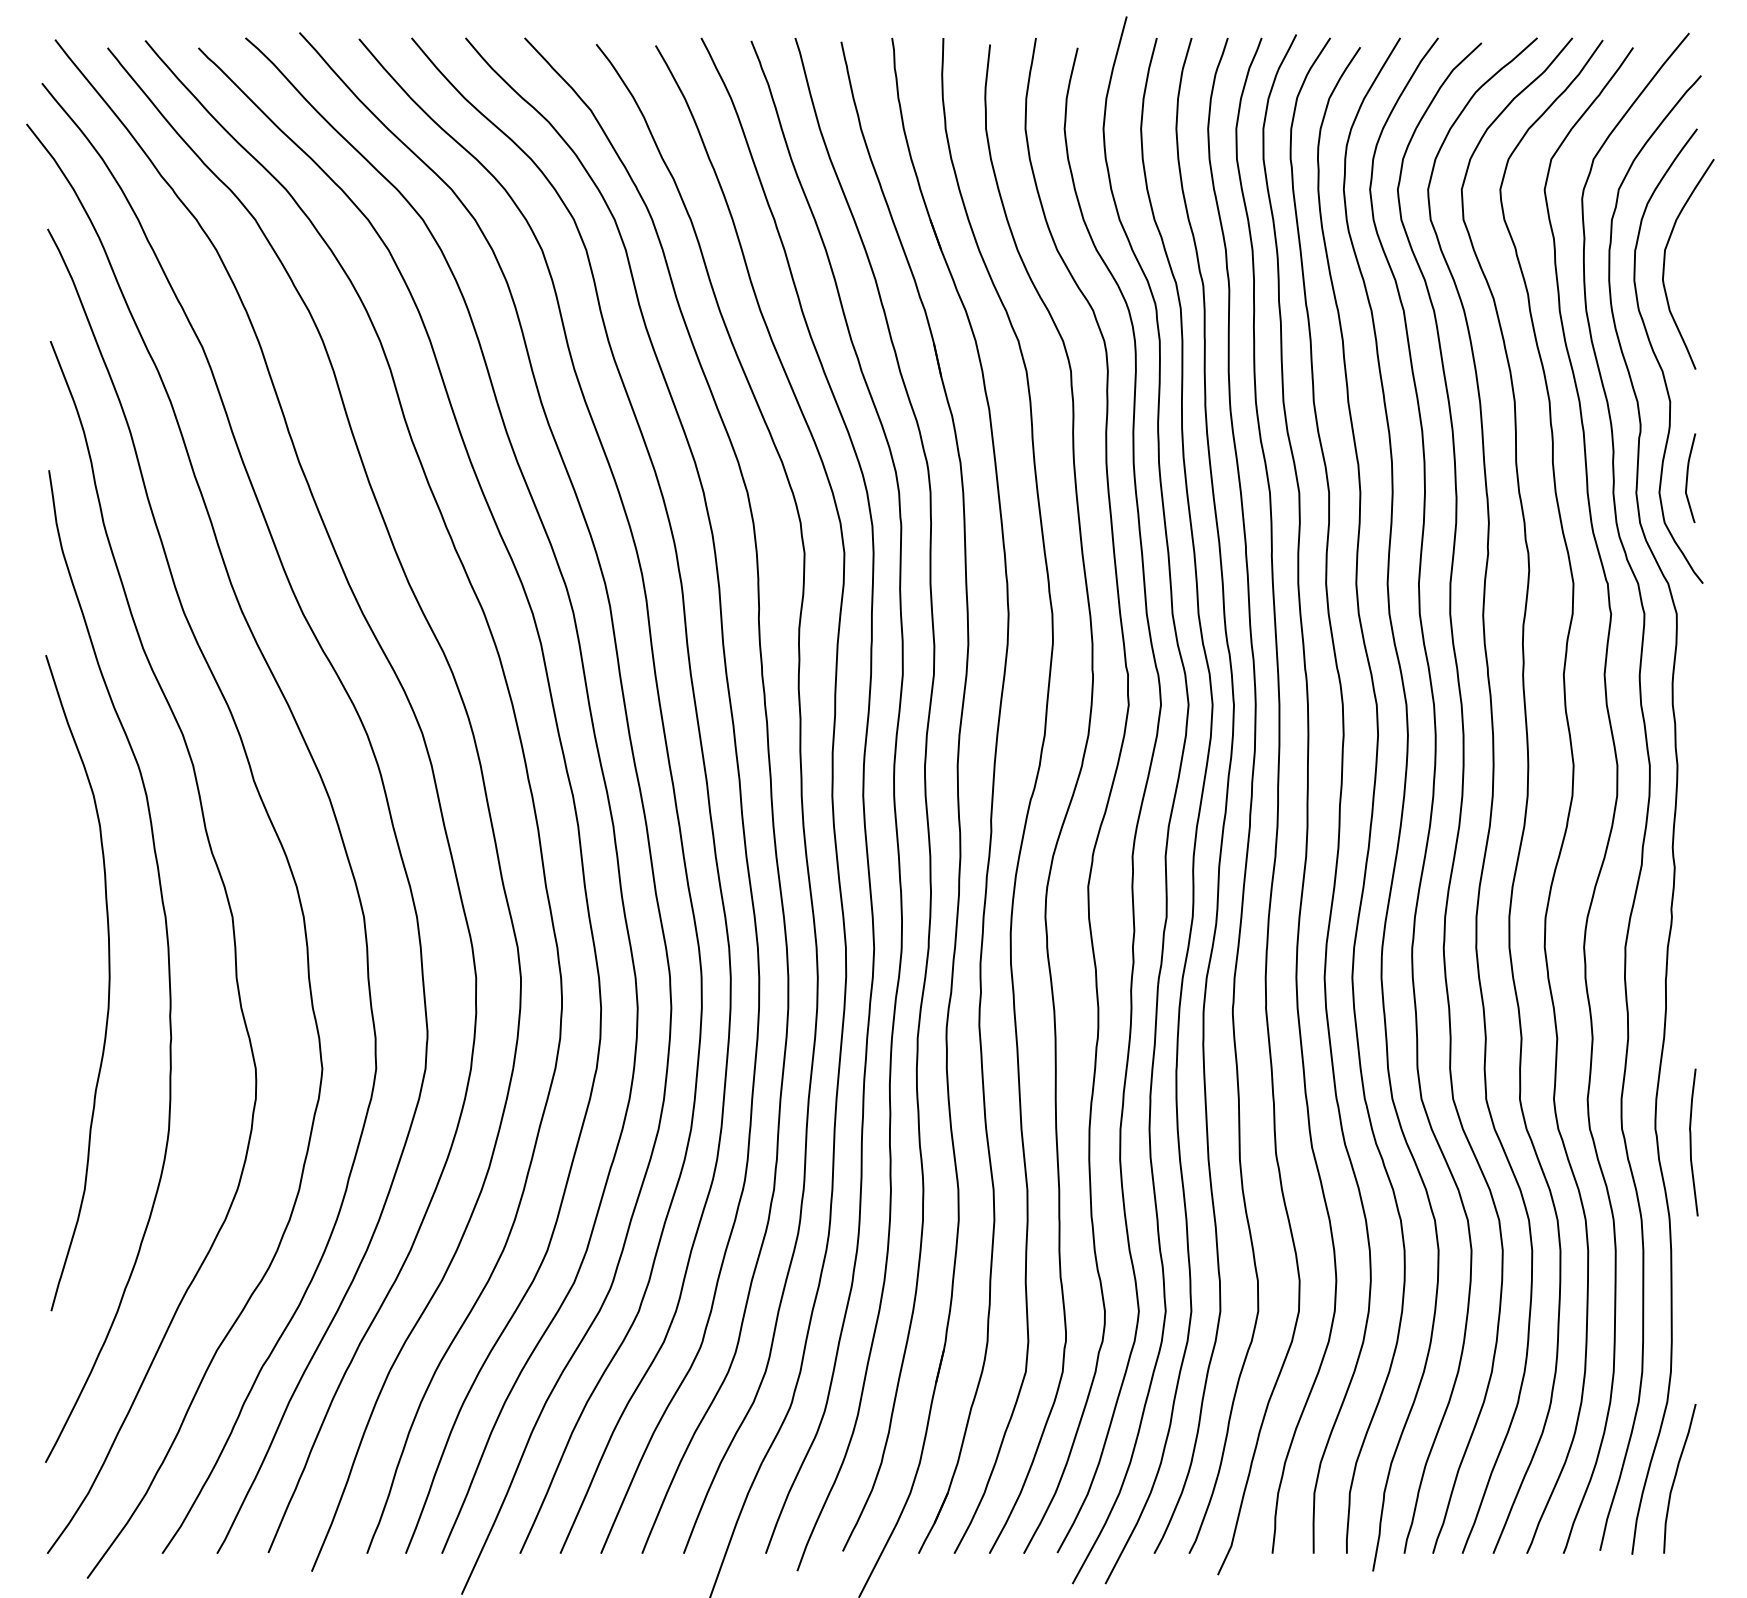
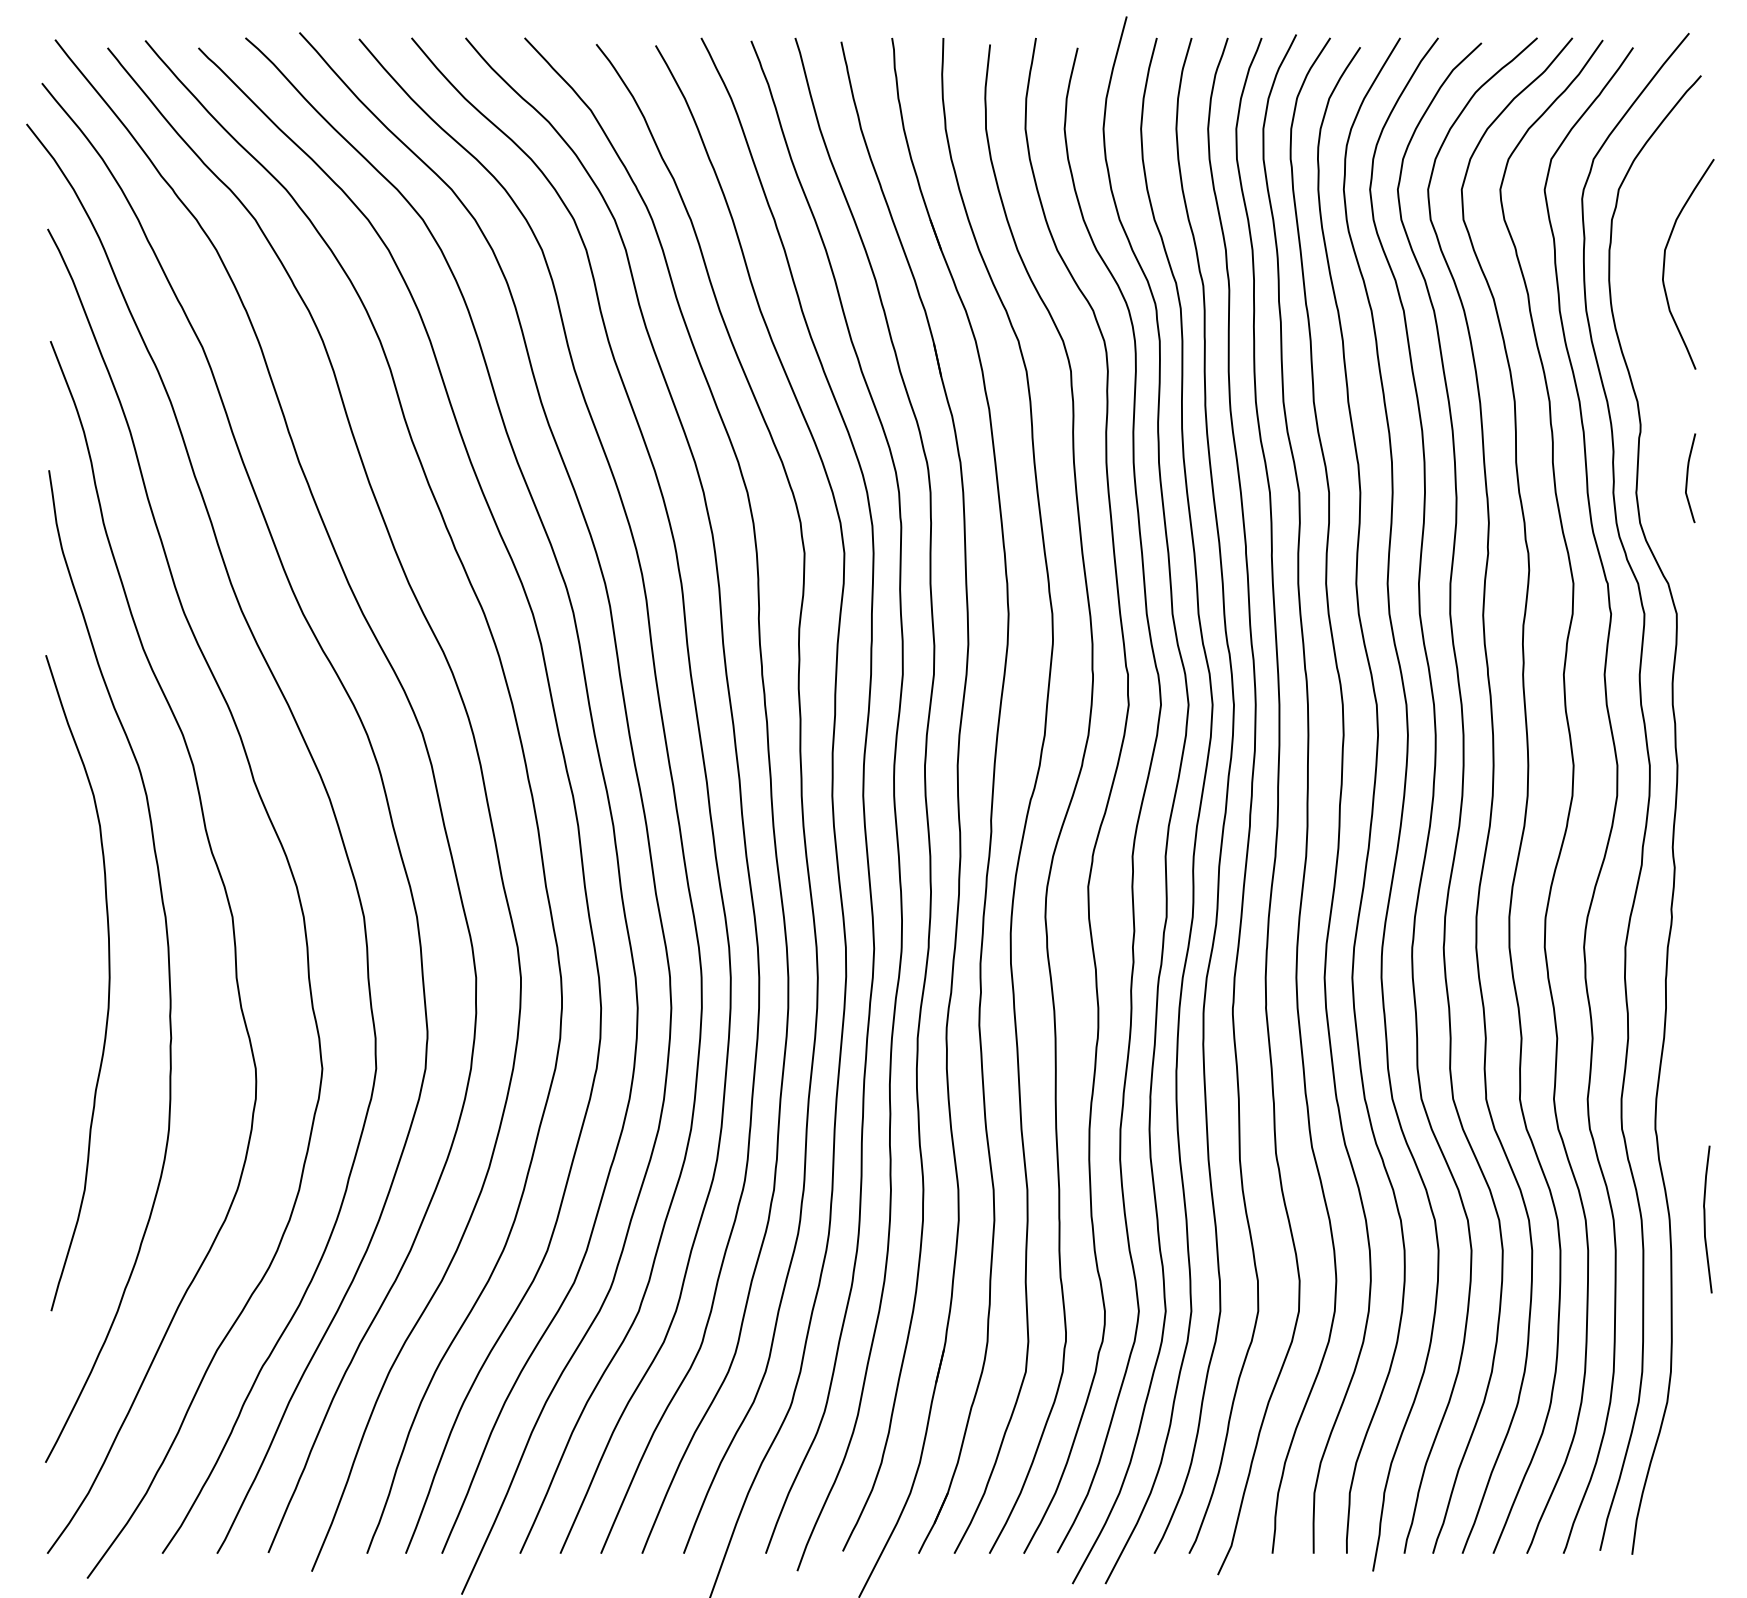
curve at (1658, 359): present -> none
curve at (1691, 1142) position: (1691, 1142) -> (1705, 1219)
curve at (1676, 1476): present -> none
